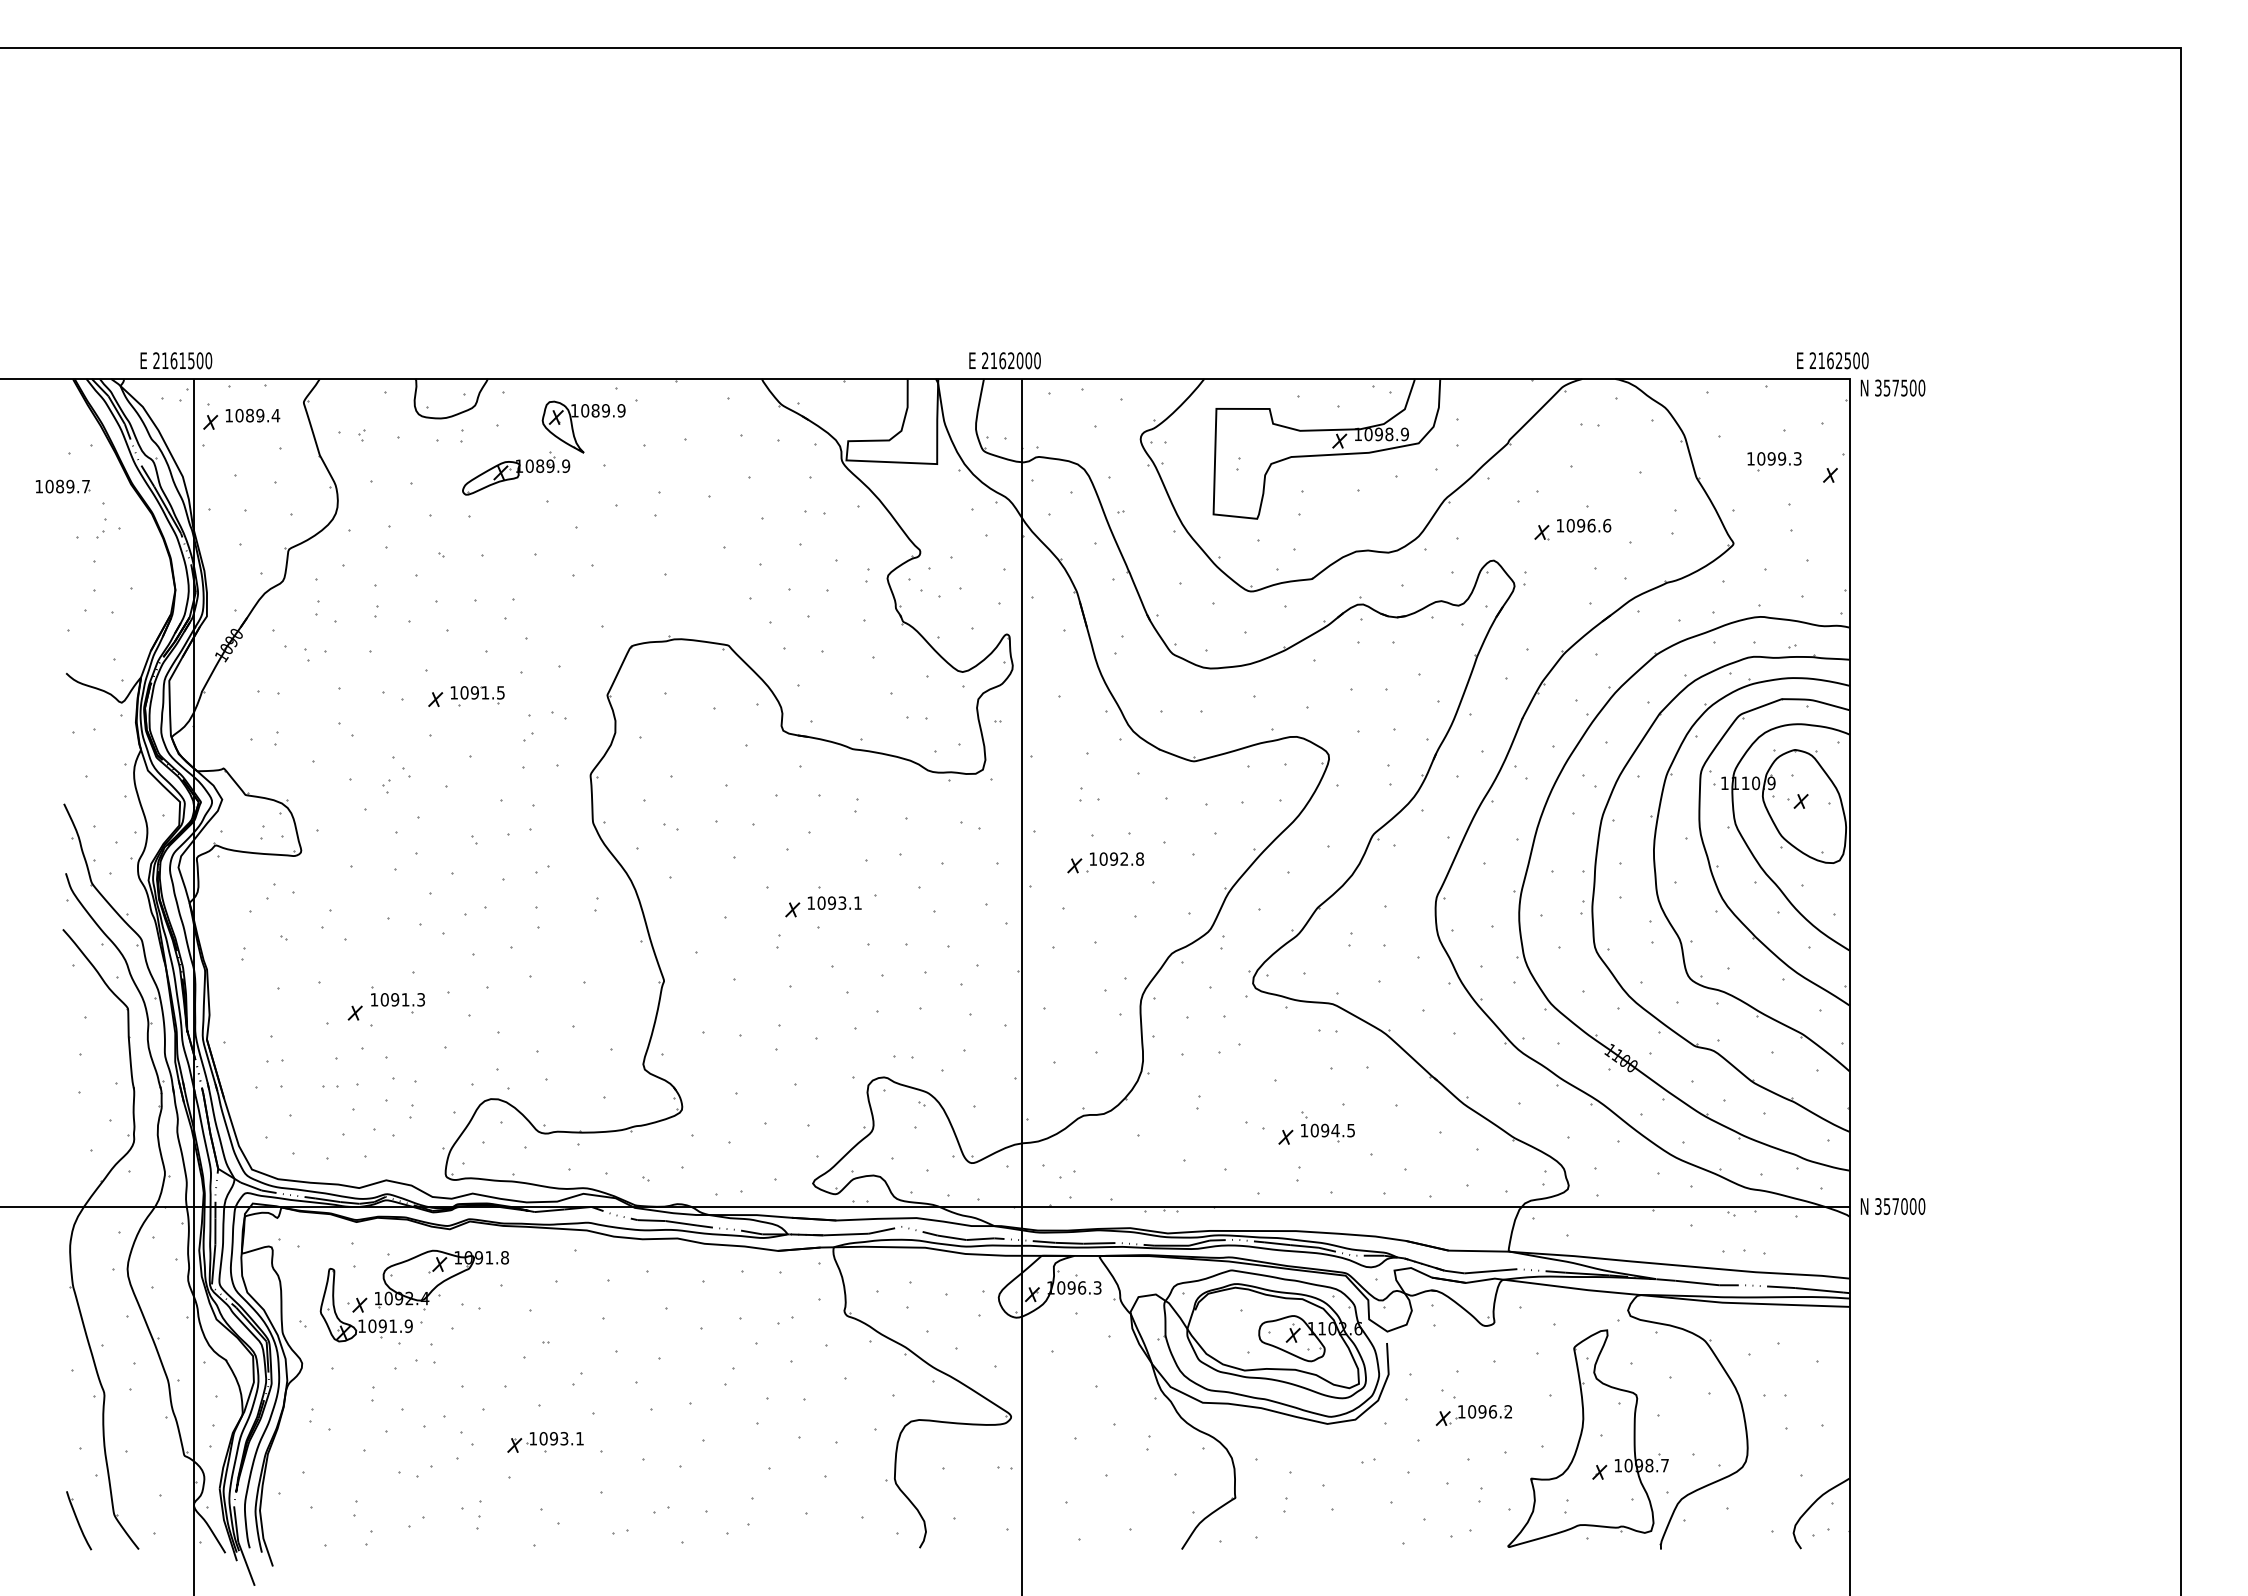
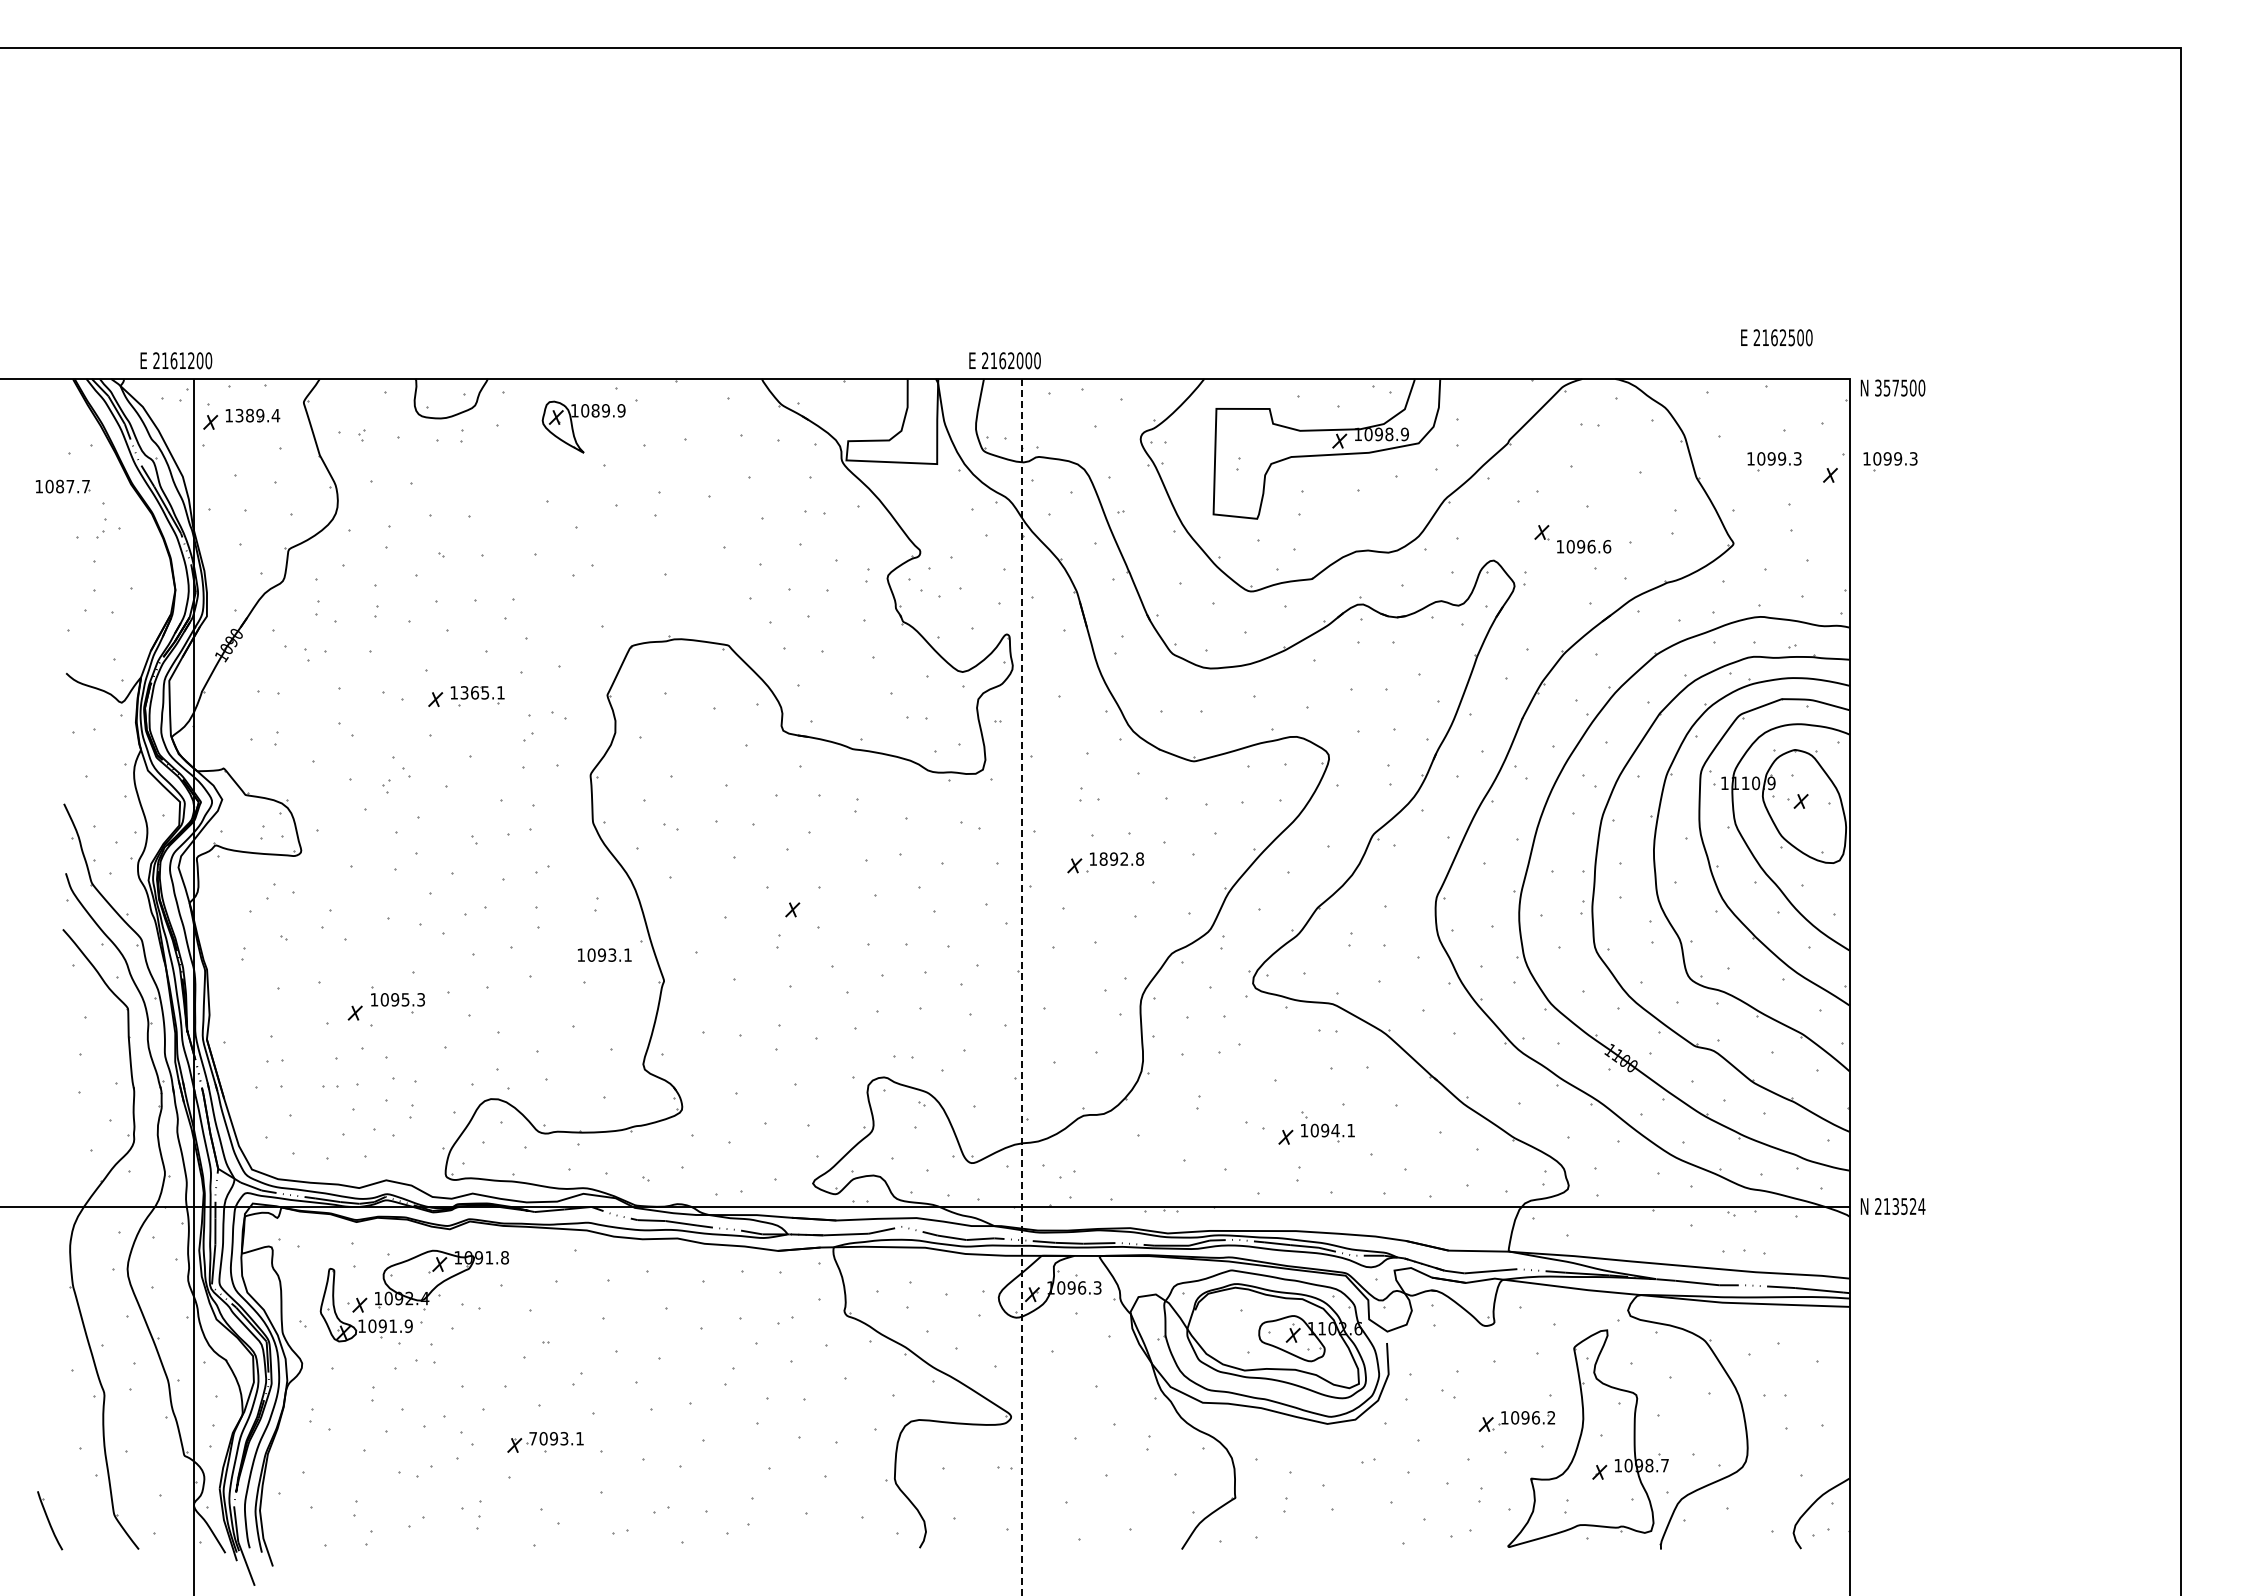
text at (191, 360): 2161500 -> 2161200
text at (1832, 360) position: (1832, 360) -> (1776, 337)
text at (239, 415): 1089.4 -> 1389.4
part at (1890, 461): none -> present
part at (516, 473): present -> none
text at (70, 486): 1089.7 -> 1087.7
text at (1584, 525) position: (1584, 525) -> (1584, 546)
text at (482, 692): 1091.5 -> 1365.1
text at (1103, 858): 1092.8 -> 1892.8
text at (834, 902) position: (834, 902) -> (604, 954)
line at (1022, 987): solid -> dashed
text at (405, 999): 1091.3 -> 1095.3
text at (1350, 1130): 1094.5 -> 1094.1
text at (1900, 1206): 357000 -> 213524
part at (1473, 1415) position: (1473, 1415) -> (1516, 1421)
text at (532, 1438): 1093.1 -> 7093.1
part at (79, 1520) position: (79, 1520) -> (50, 1520)
